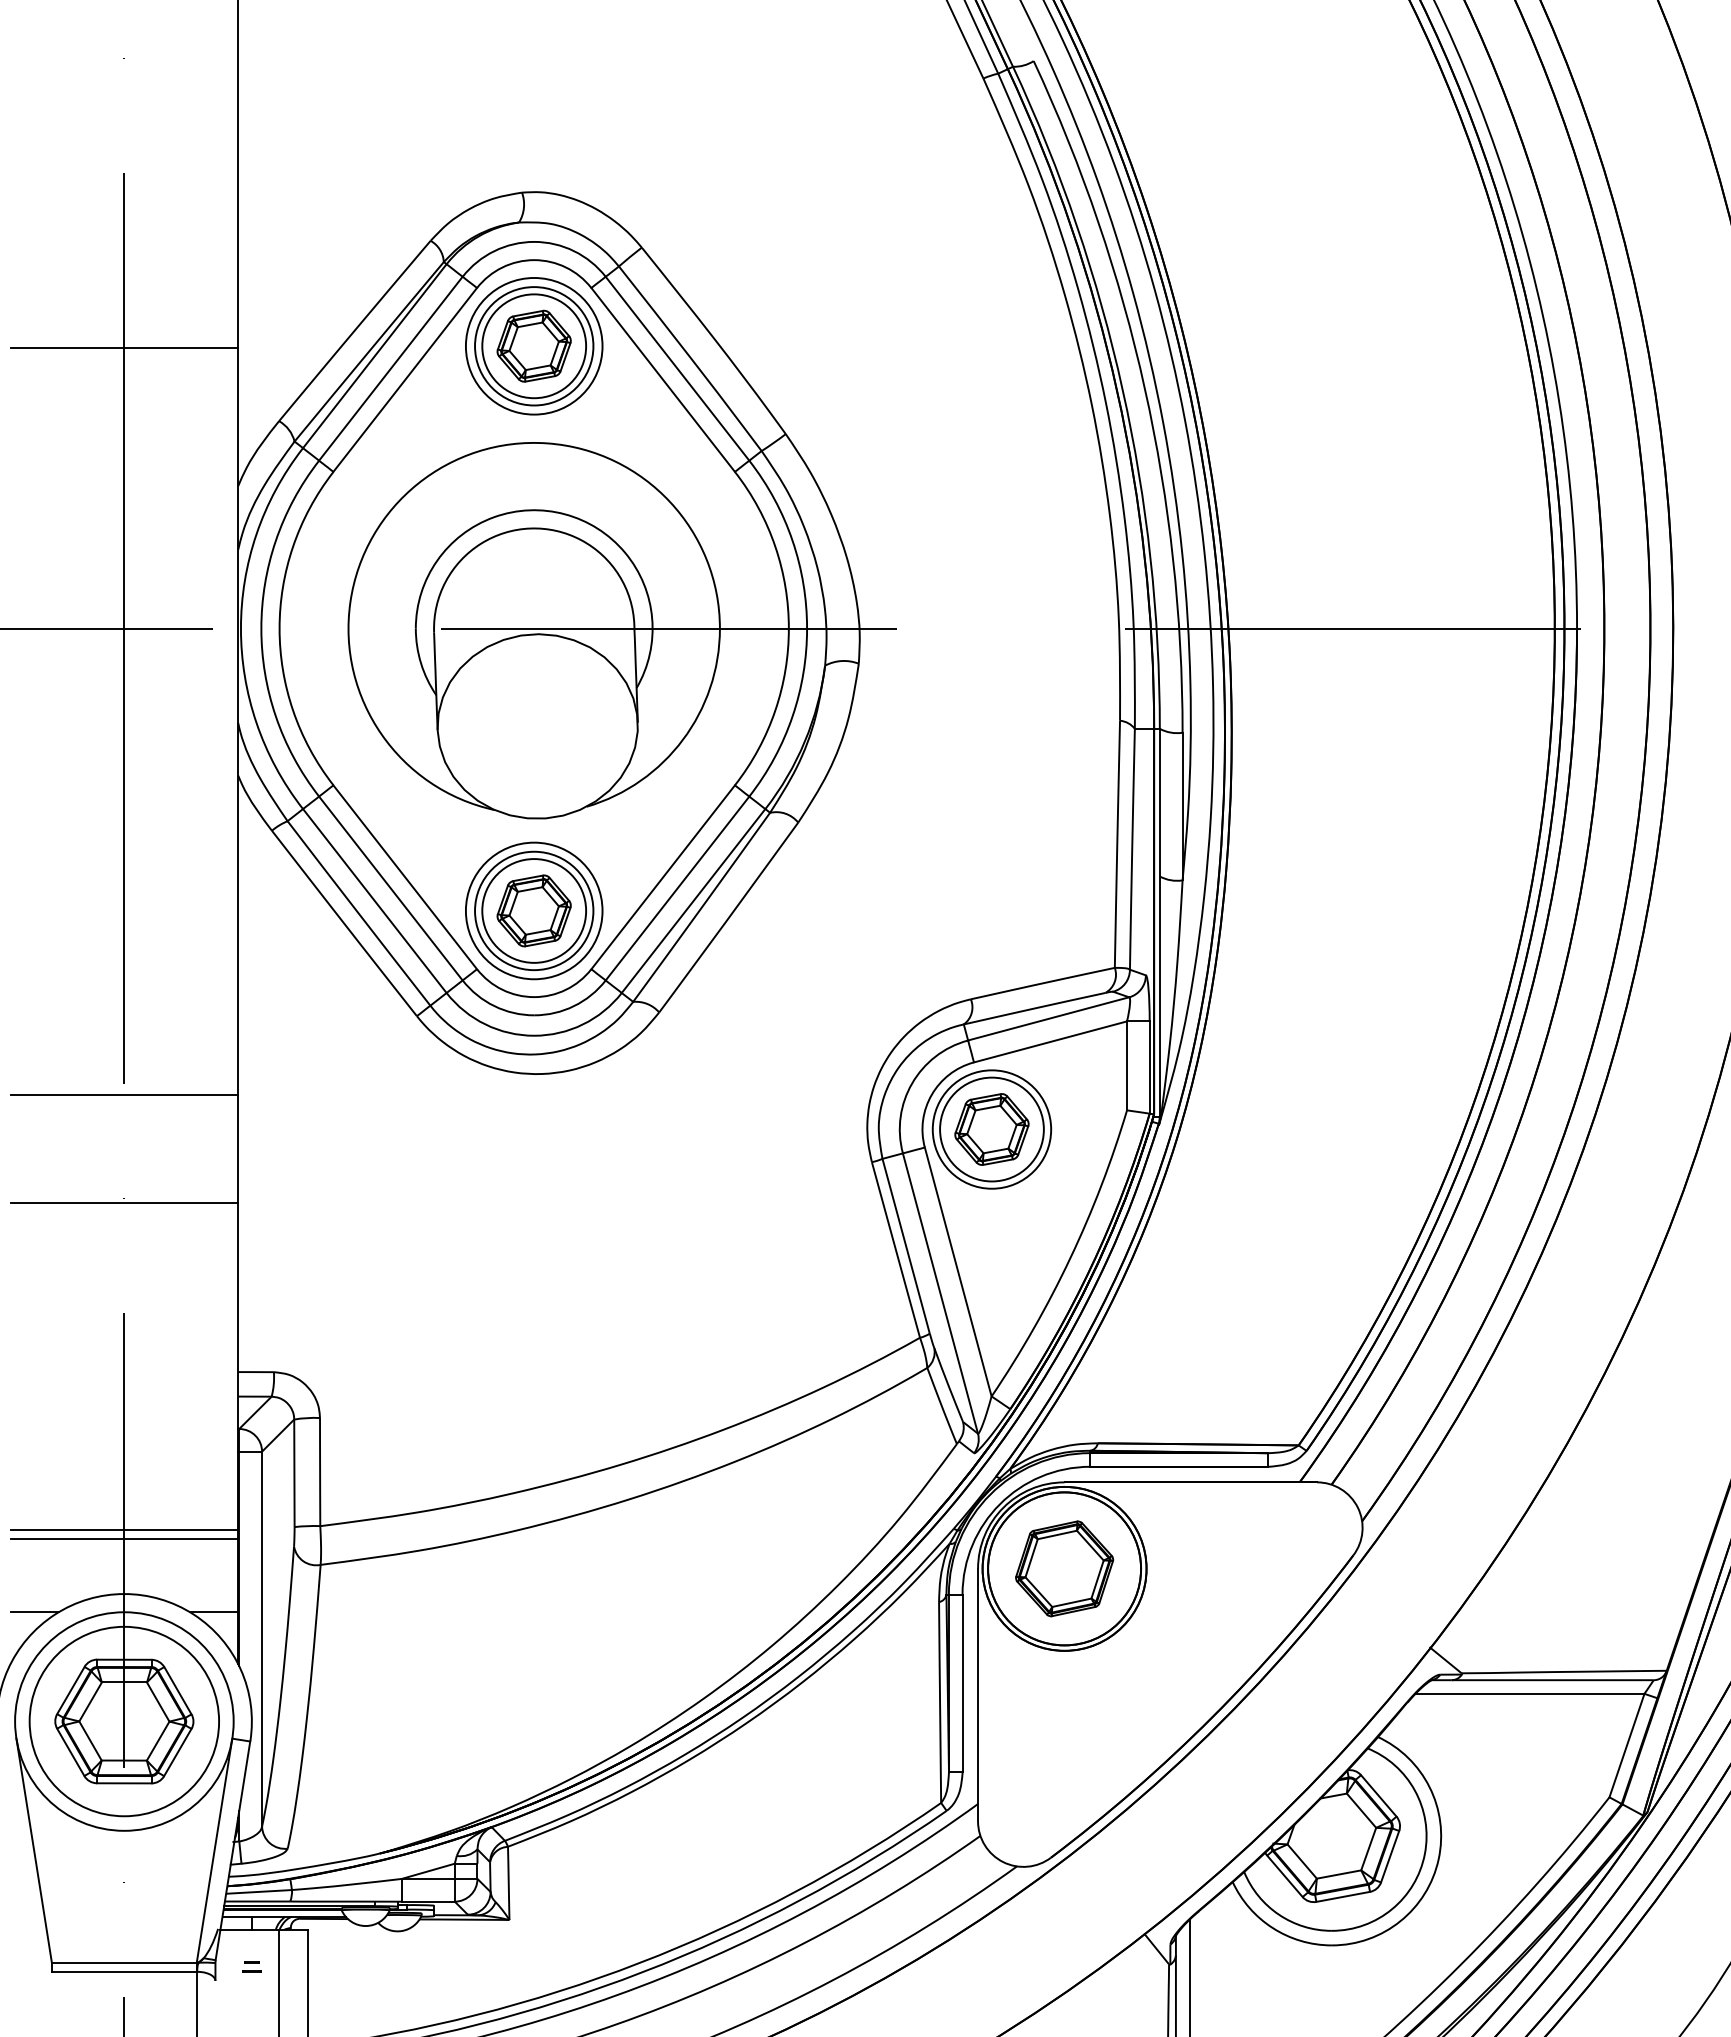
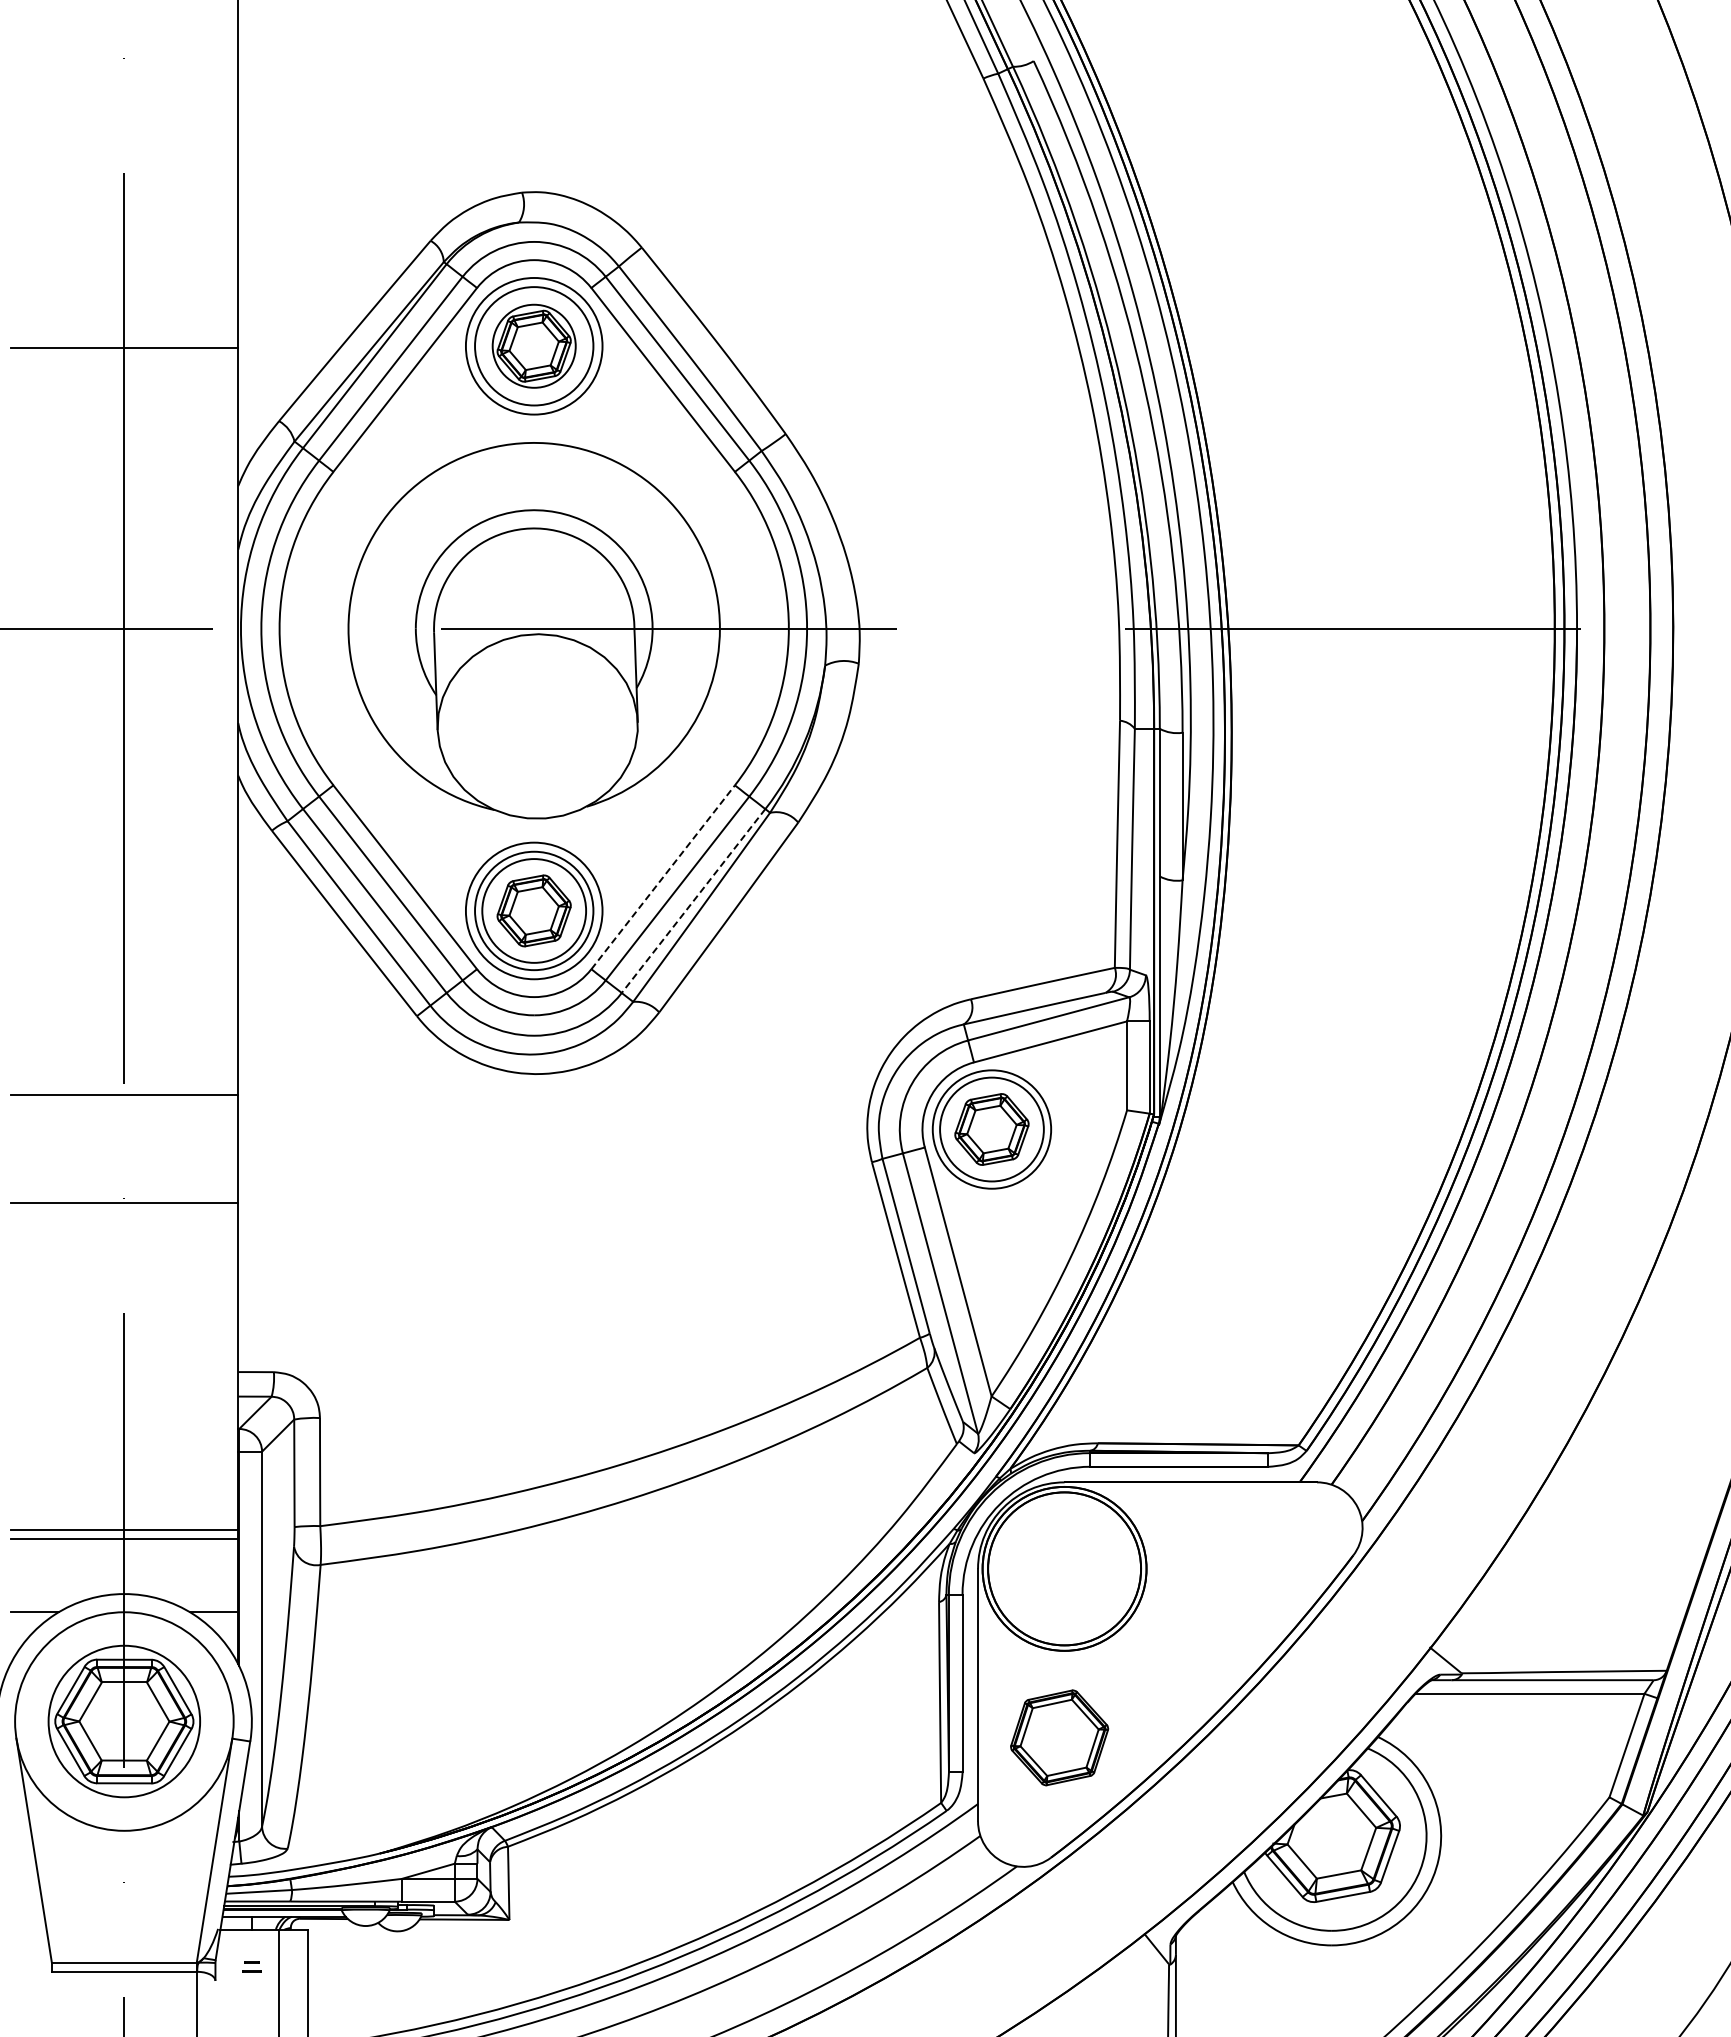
circle at (534, 346) diameter: 104 px -> 83 px
line at (663, 877): solid -> dashed
line at (693, 901): solid -> dashed
part at (1064, 1568) position: (1064, 1568) -> (1059, 1737)
circle at (124, 1721) diameter: 189 px -> 152 px
line at (1189, 1976): present -> none
